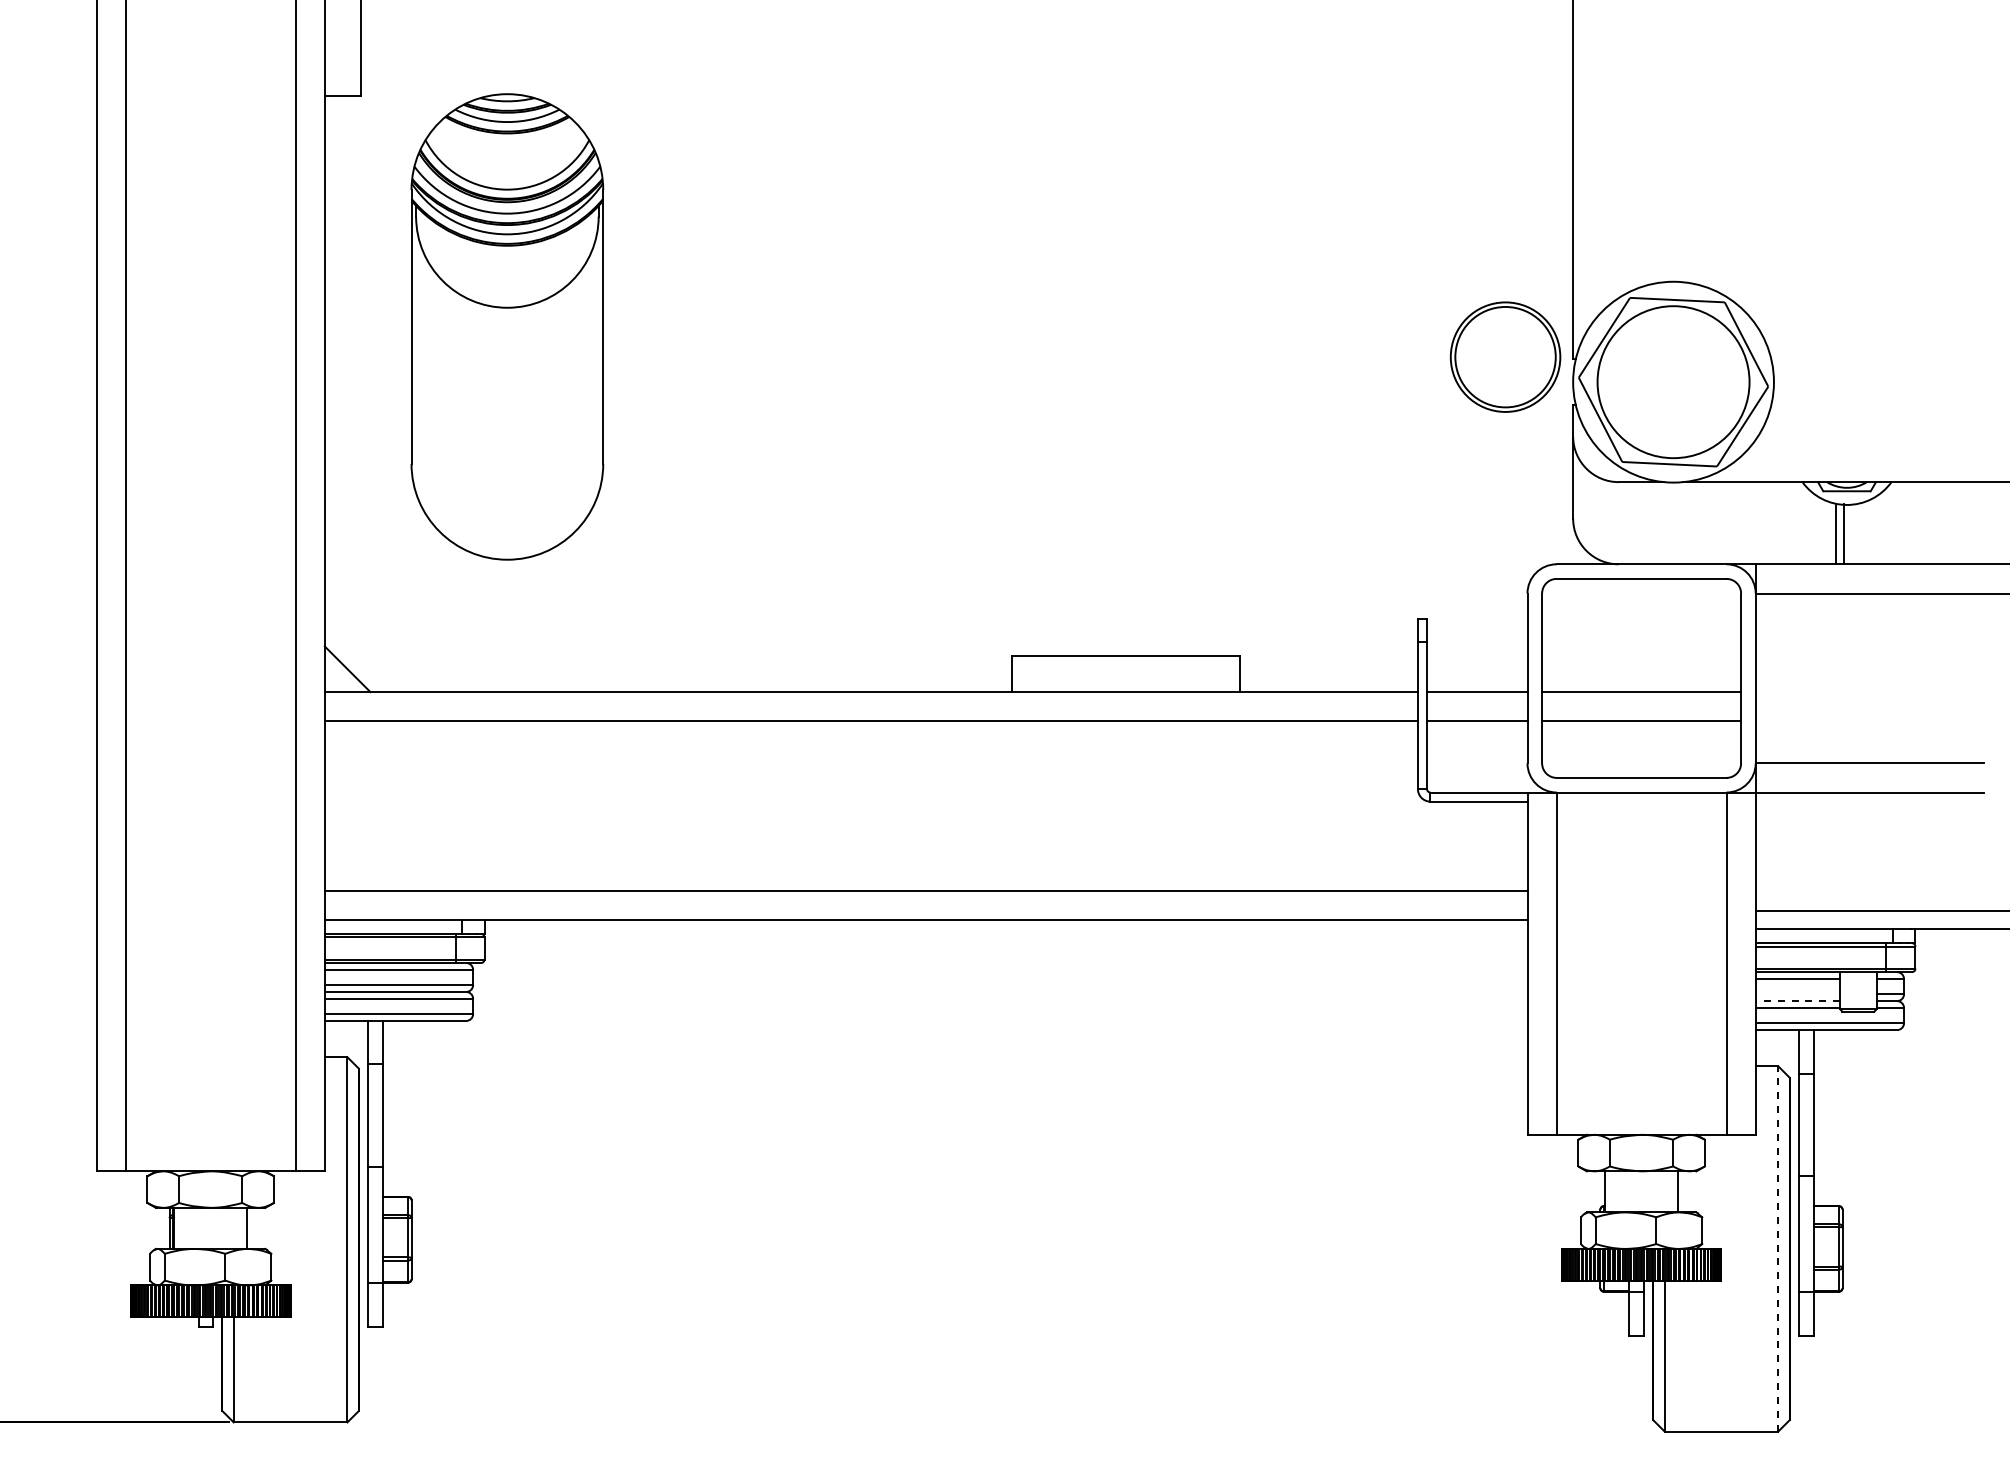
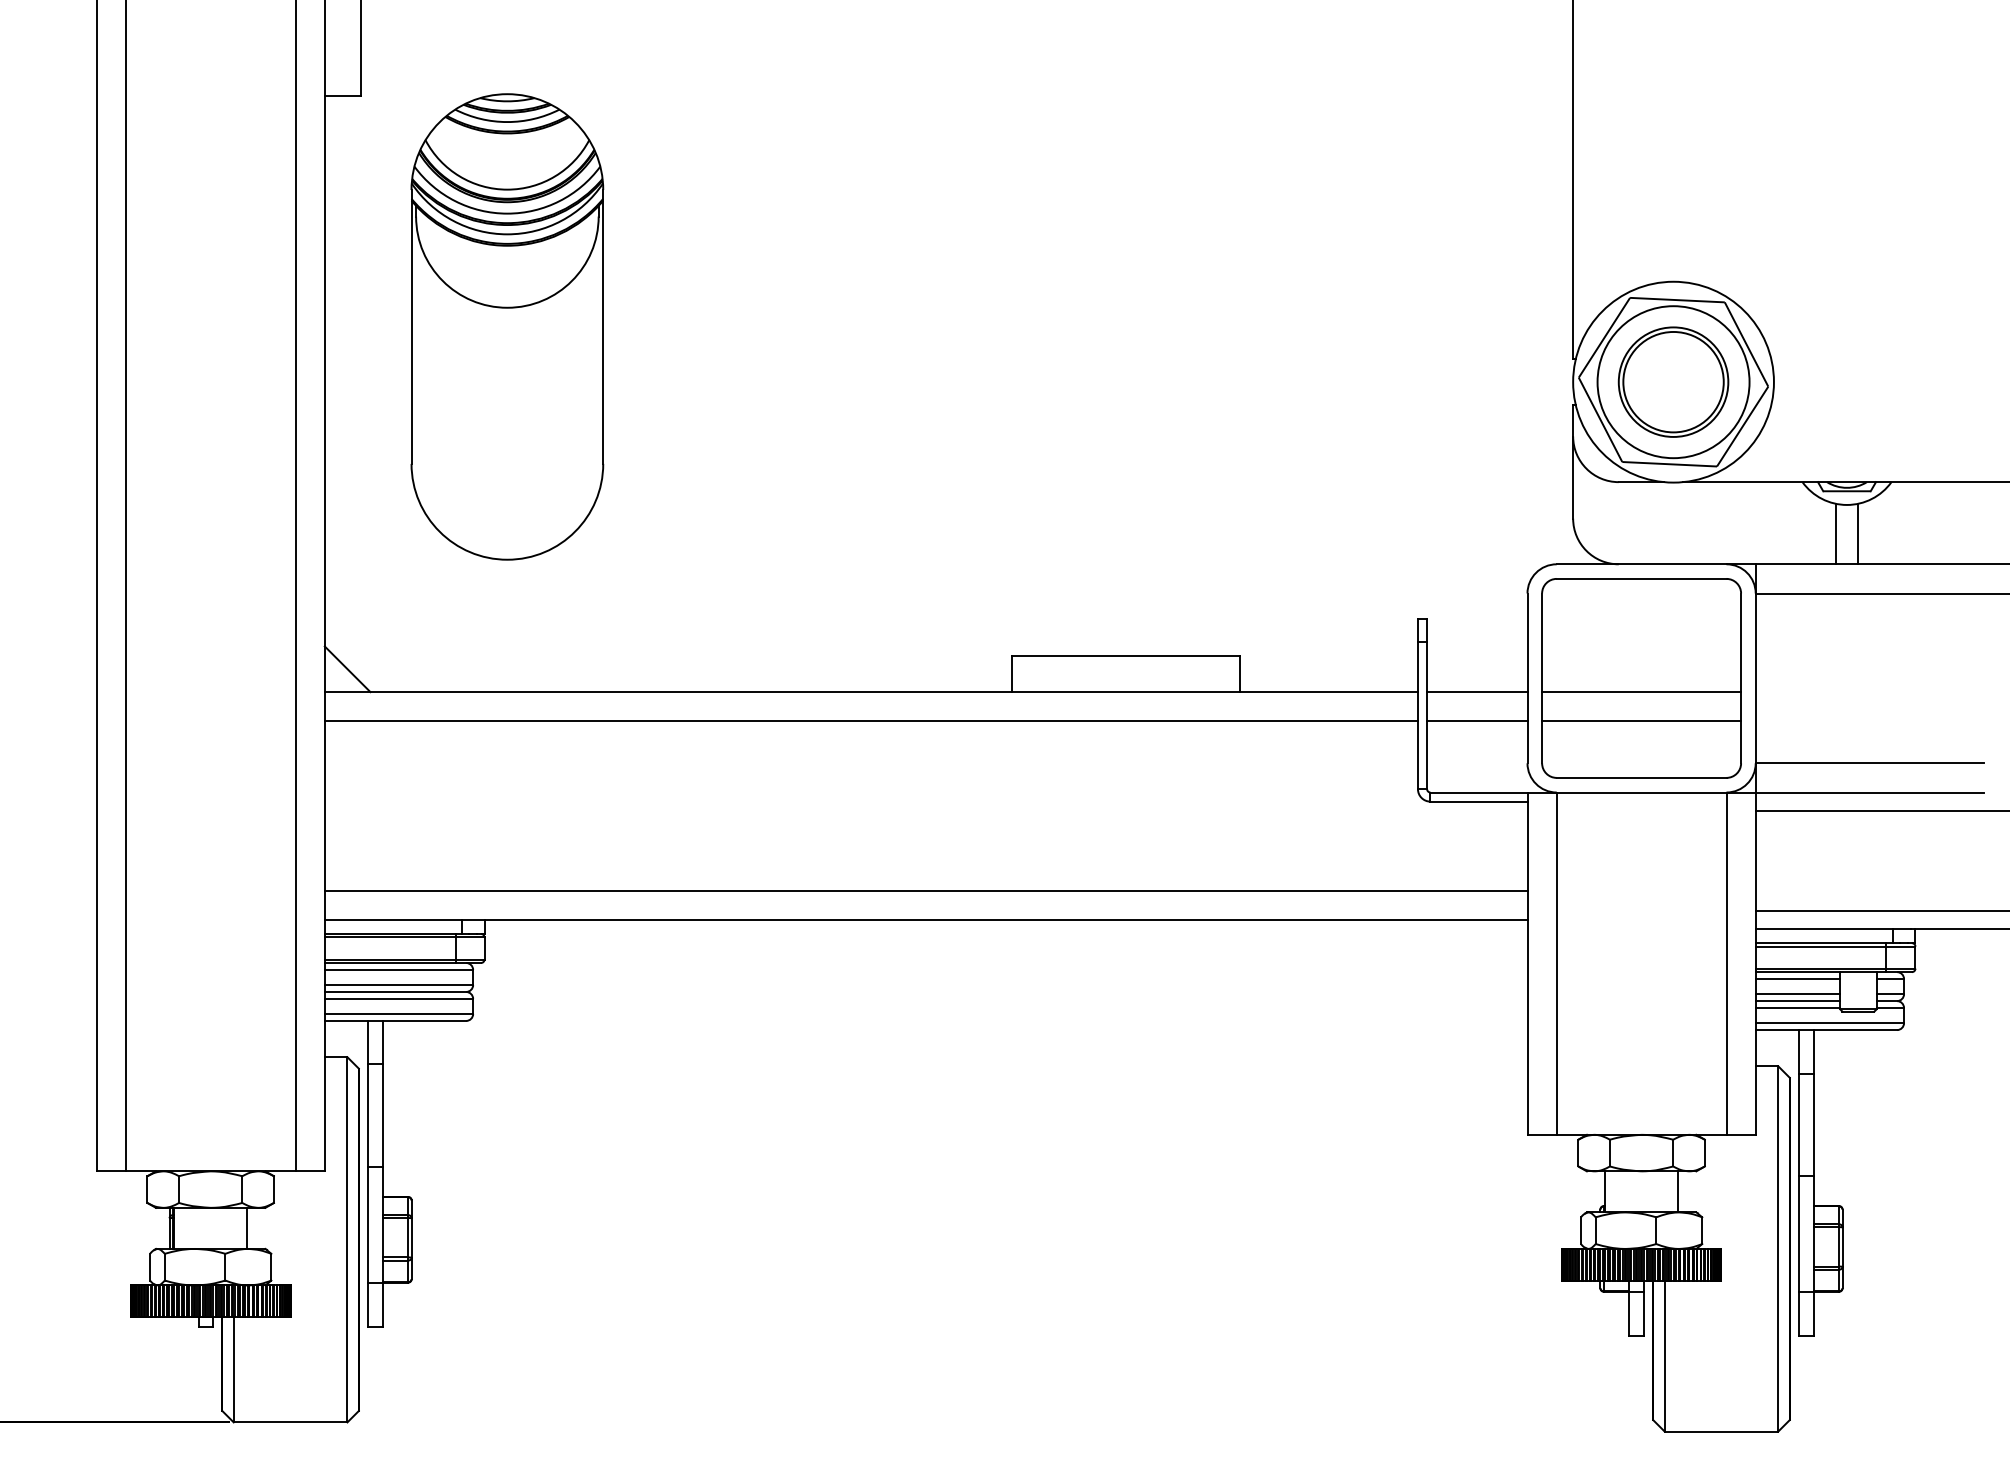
part at (1505, 356) position: (1505, 356) -> (1673, 381)
line at (1844, 533) position: (1844, 533) -> (1858, 533)
line at (1880, 810): none -> present
line at (1797, 994): none -> present
line at (1797, 1001): dashed -> solid
line at (1778, 1248): dashed -> solid
